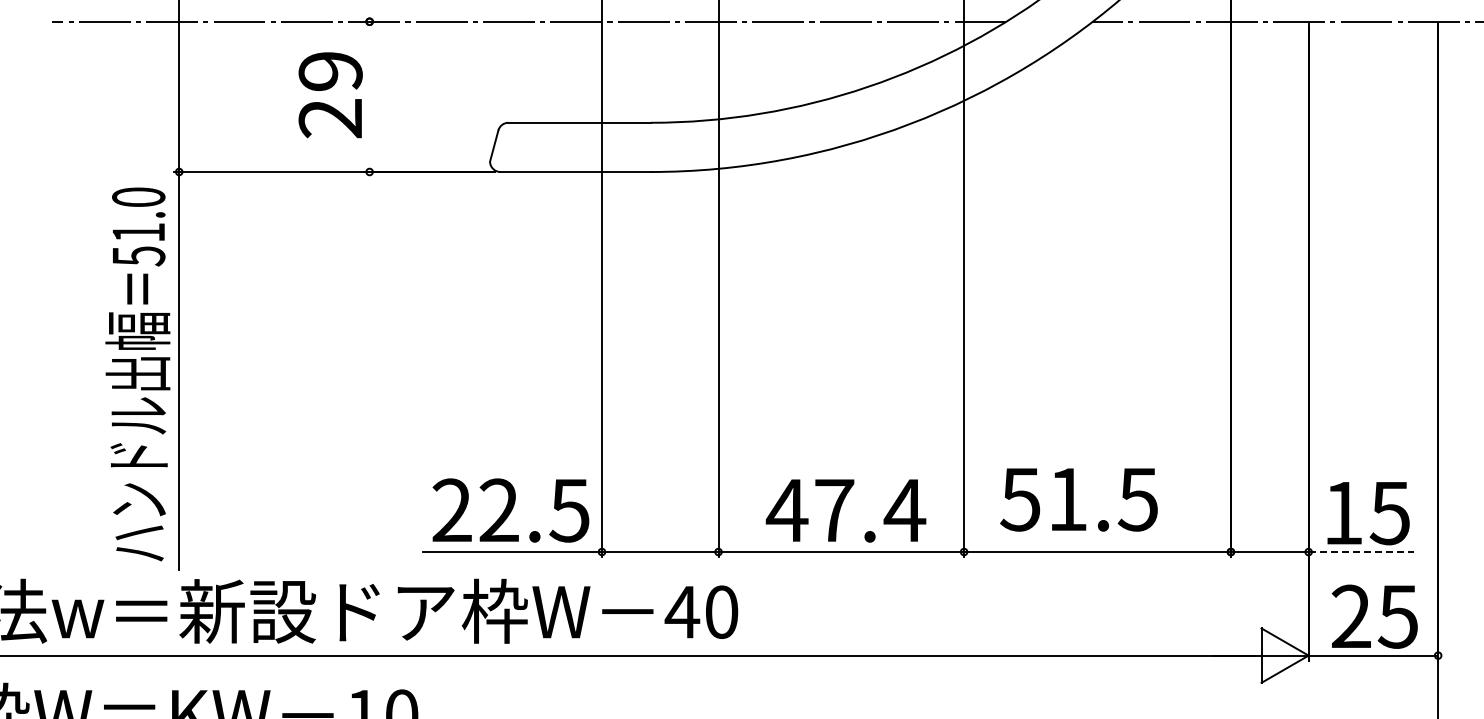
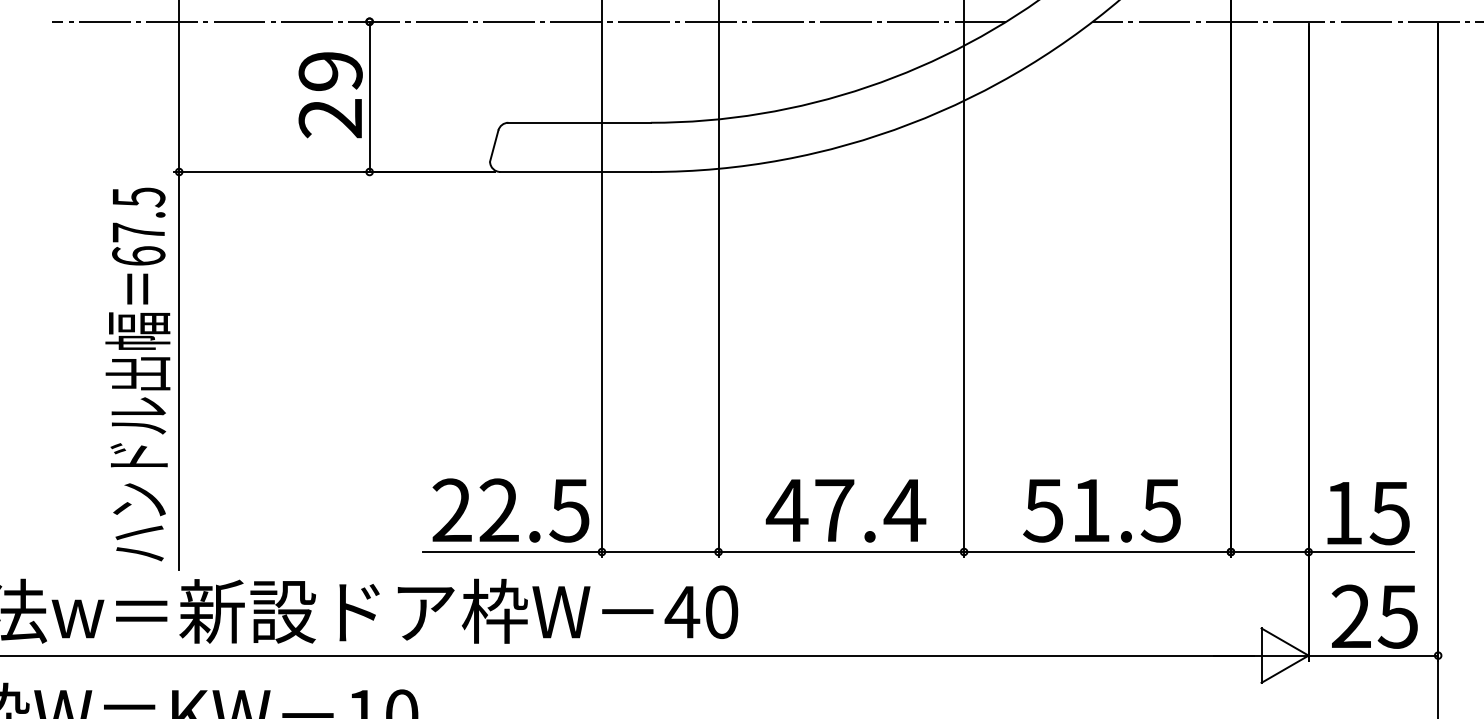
line at (369, 96): none -> present
text at (138, 226): 51.0 -> 67.5
text at (1078, 499) position: (1078, 499) -> (1101, 510)
line at (1361, 552): dashed -> solid
